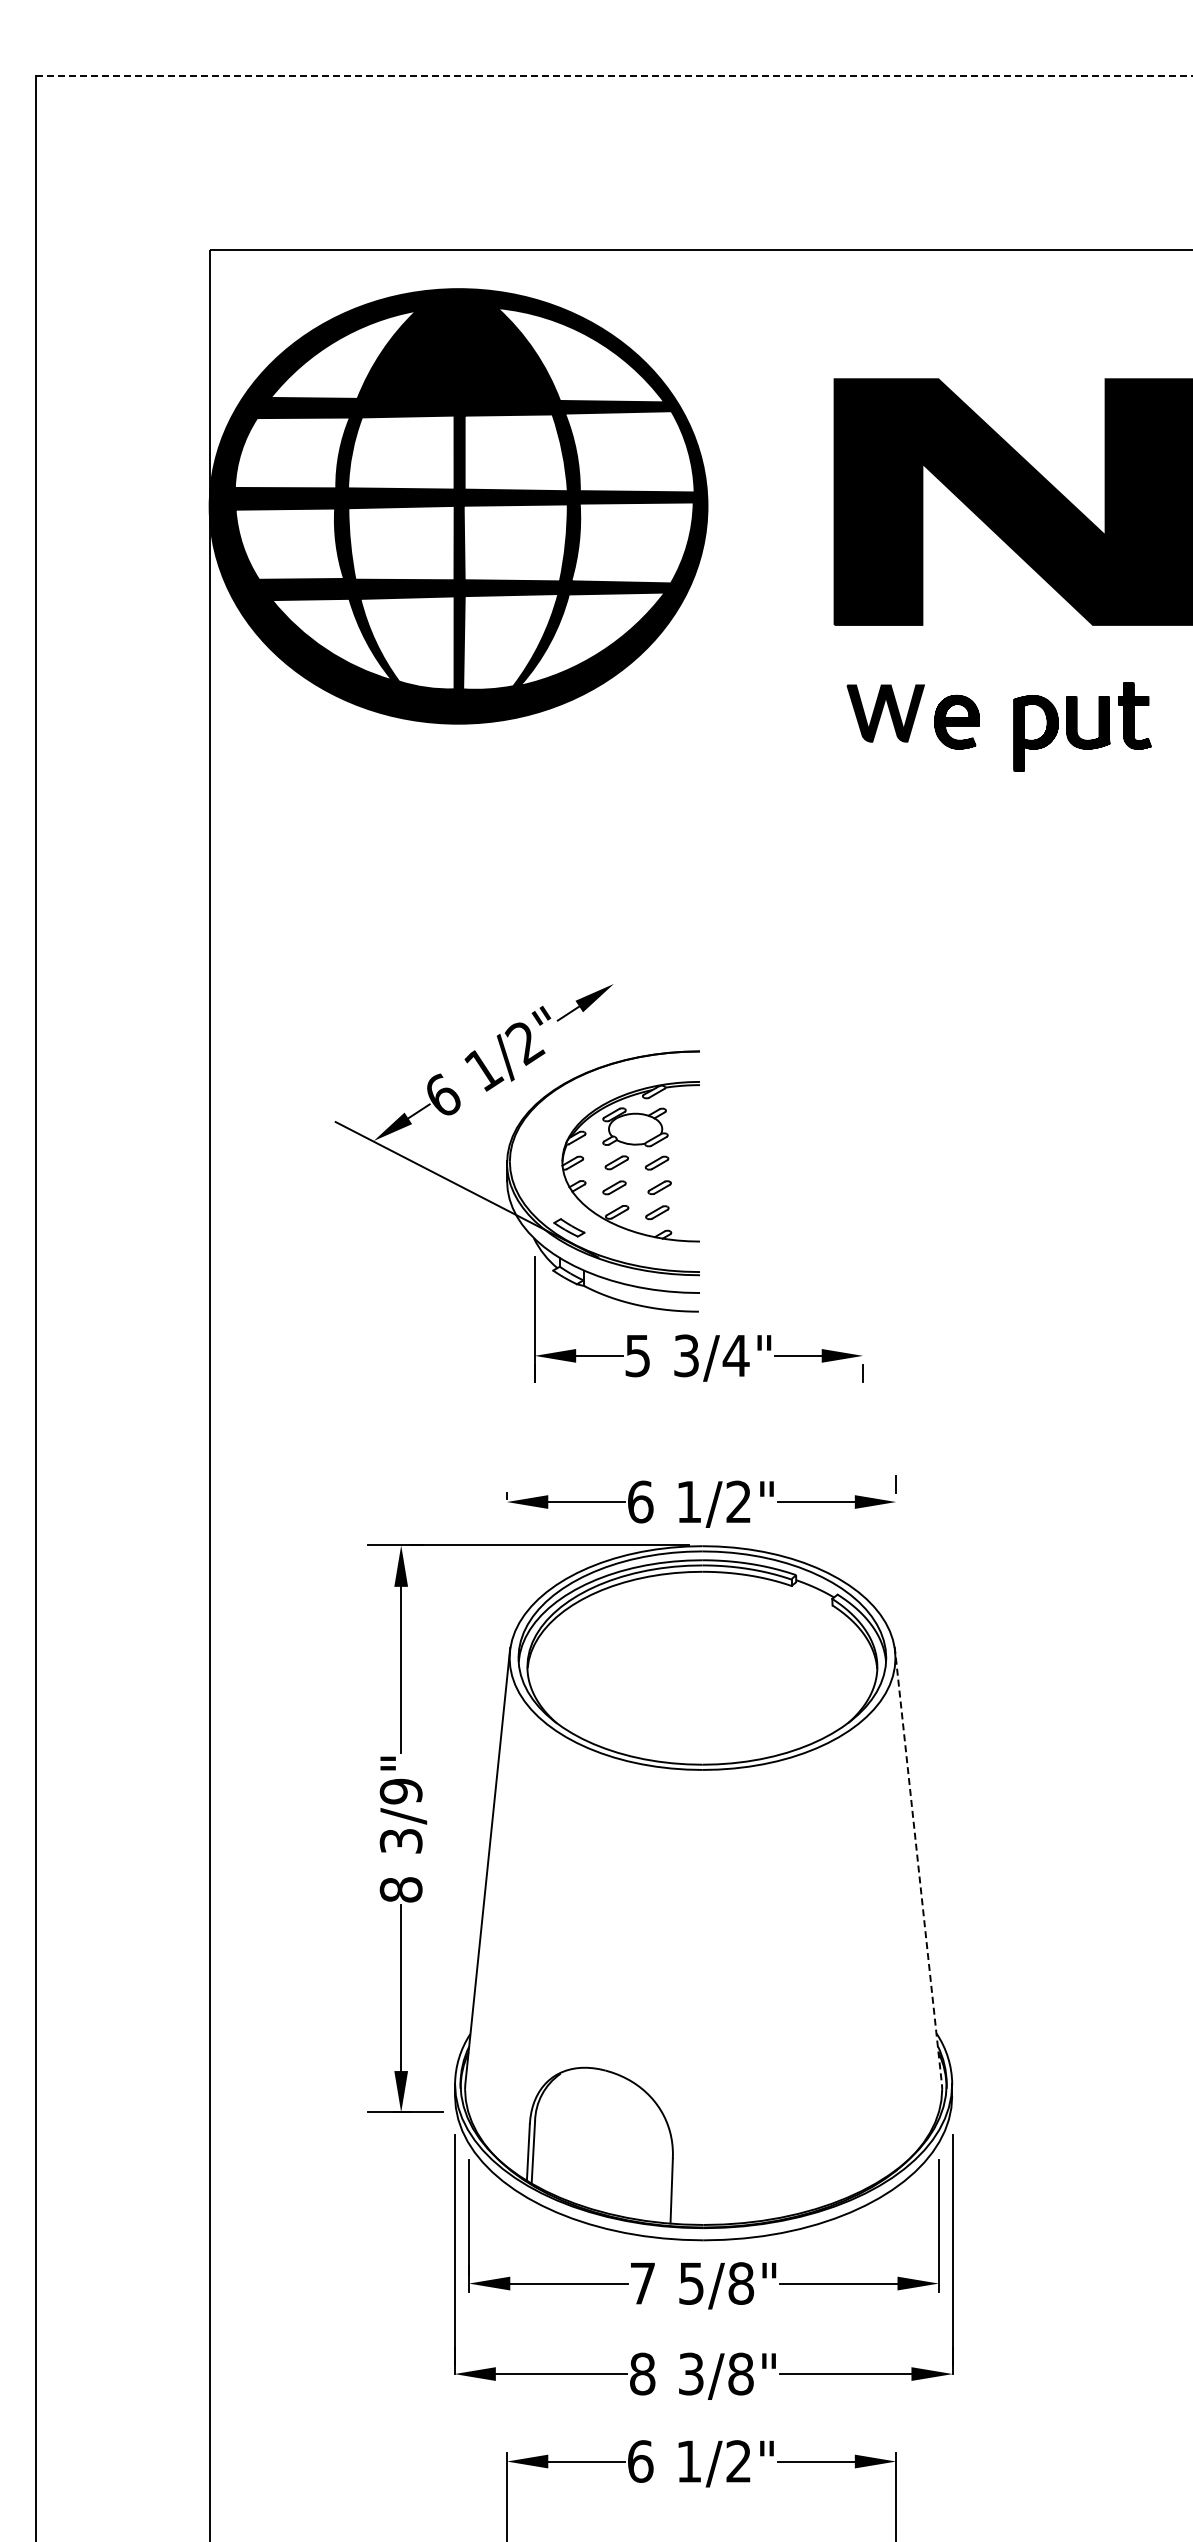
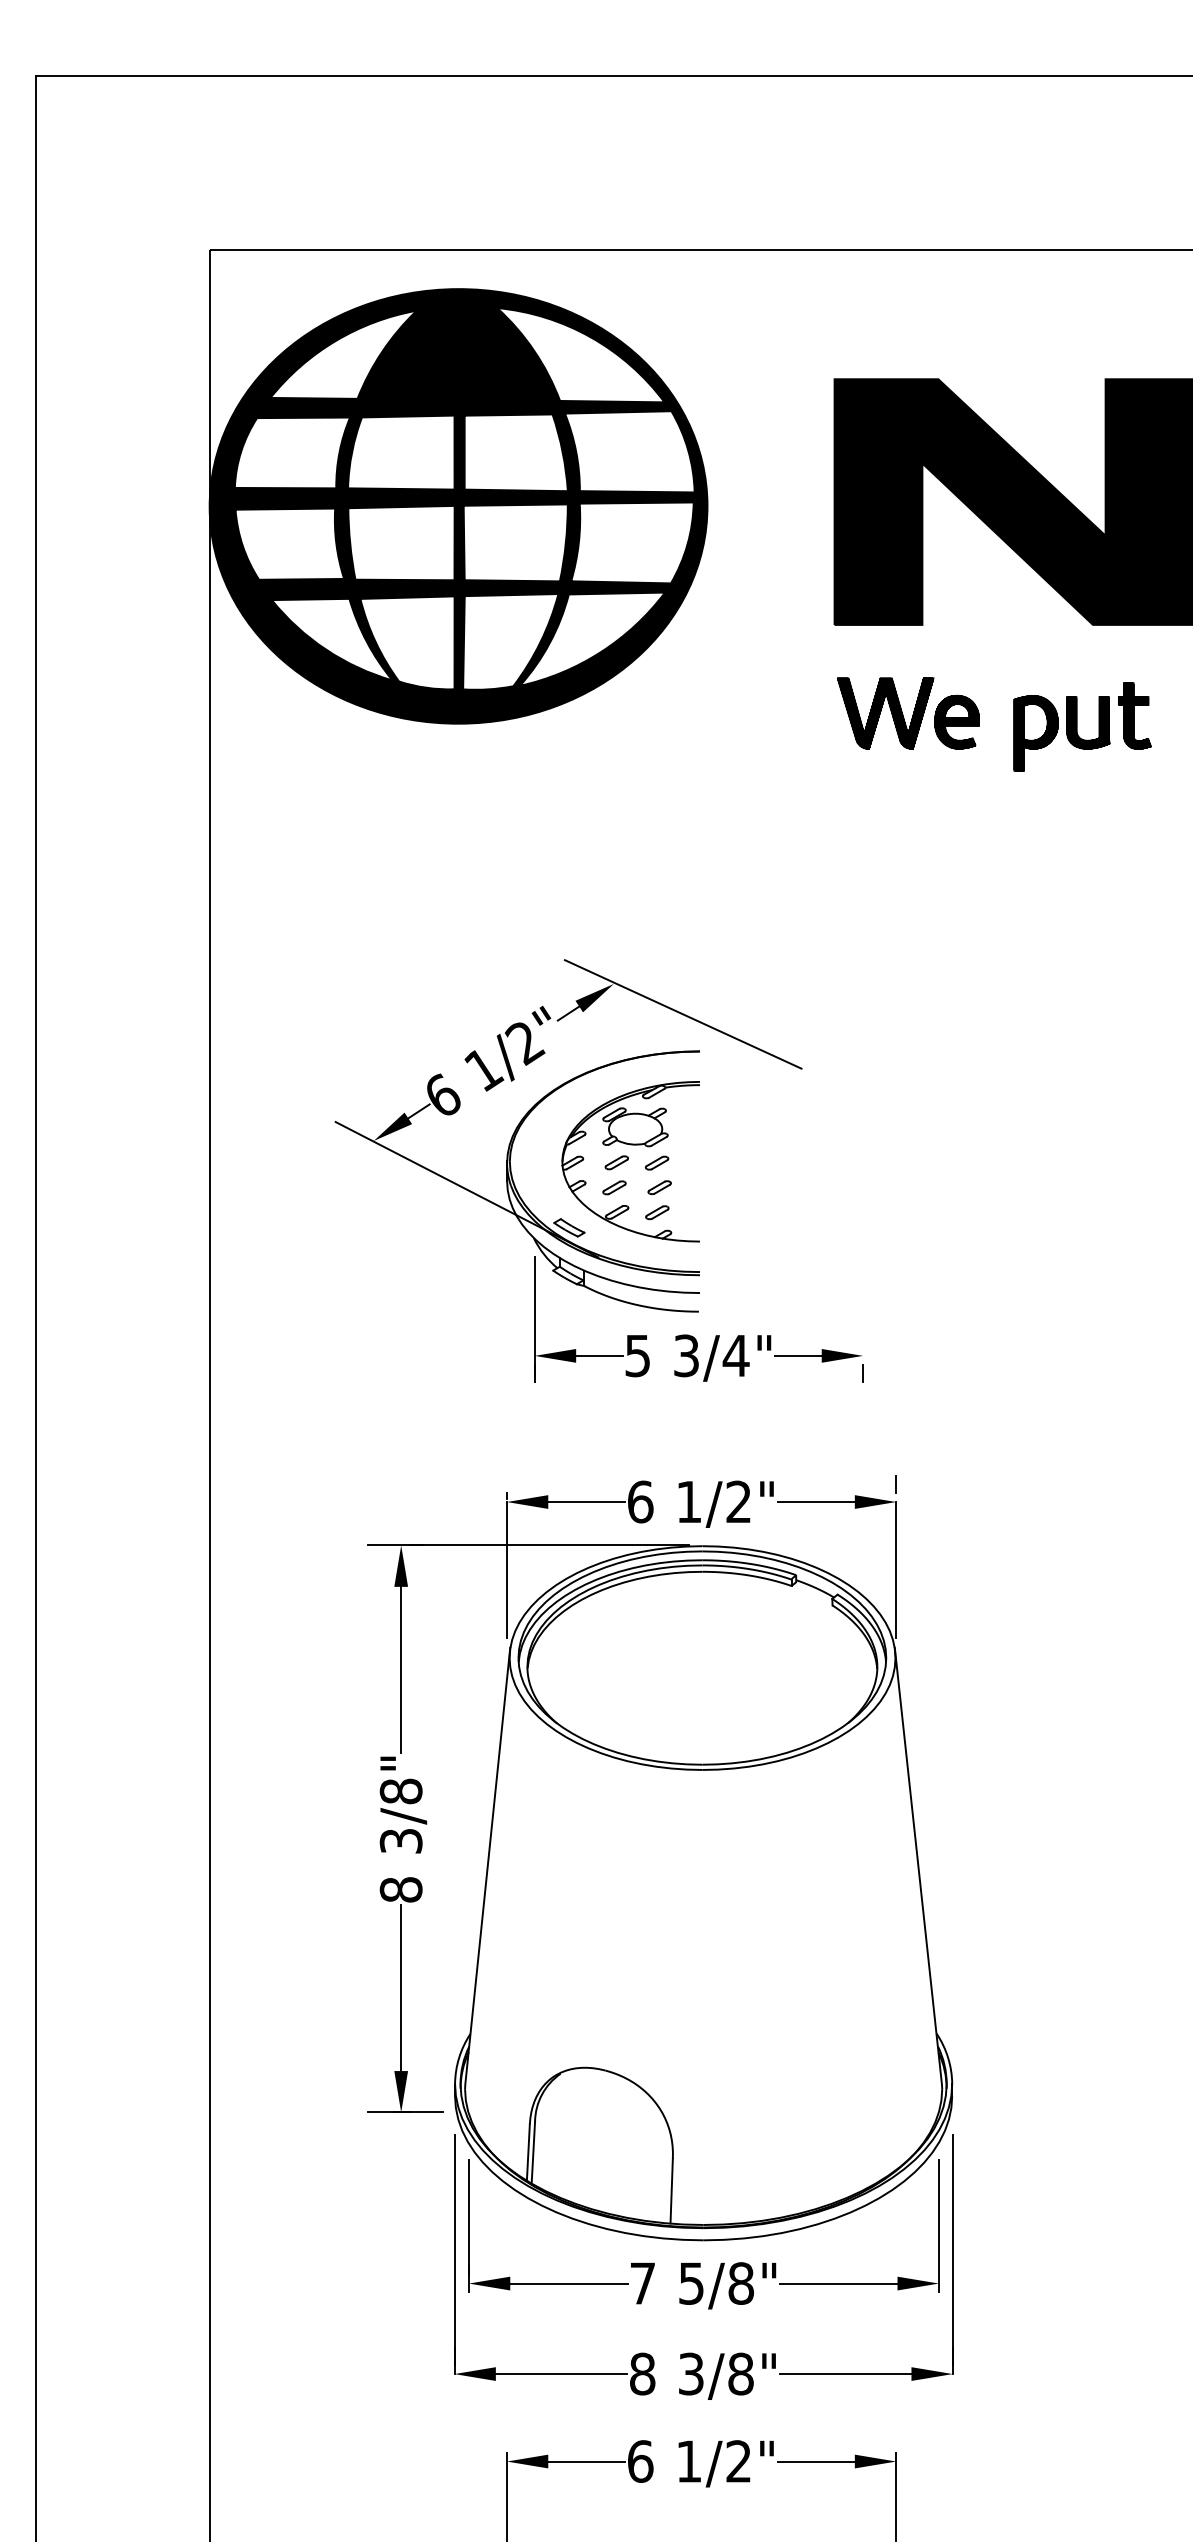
line at (614, 76): dashed -> solid
part at (885, 713) size: 79x59 px -> 98x73 px
line at (682, 1014): none -> present
line at (506, 1569): none -> present
line at (896, 1569): none -> present
text at (401, 1791): 3/9" -> 3/8"
line at (918, 1869): dashed -> solid
